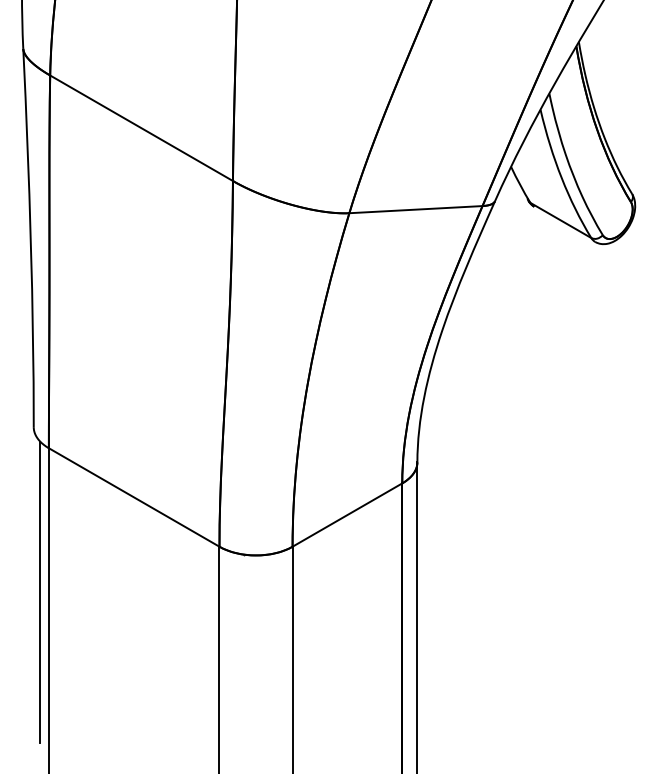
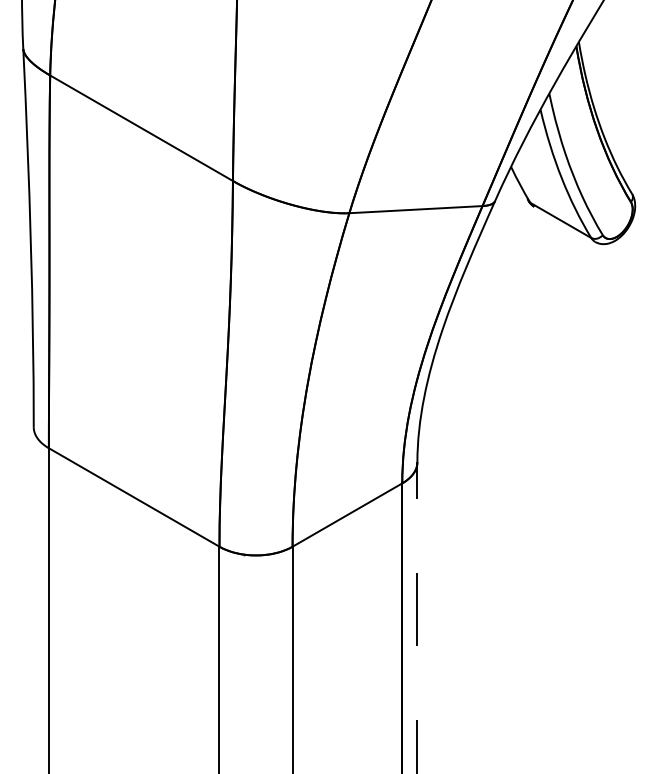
line at (40, 592): present -> none
line at (417, 617): solid -> dashed
